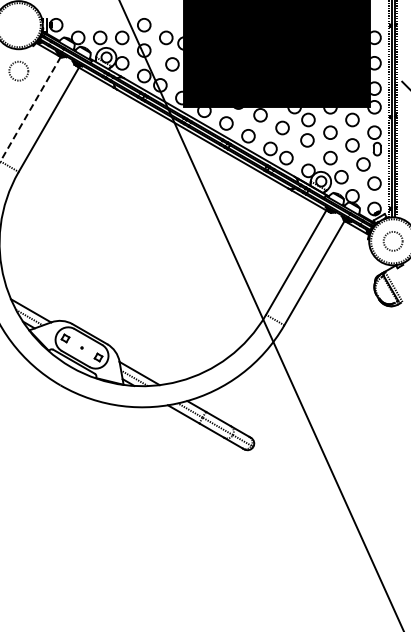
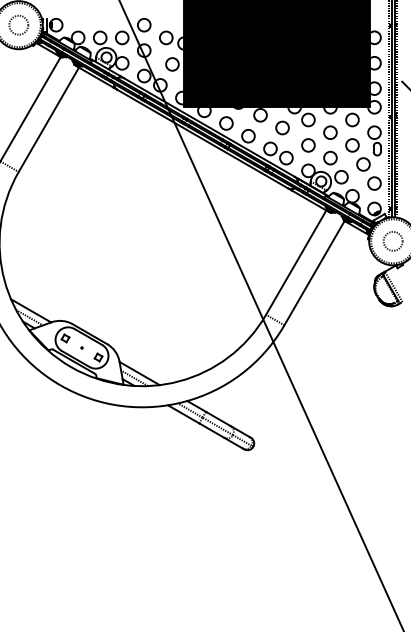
circle at (18, 70) position: (18, 70) -> (18, 24)
line at (30, 109): dashed -> solid
circle at (307, 140) position: (307, 140) -> (308, 145)
